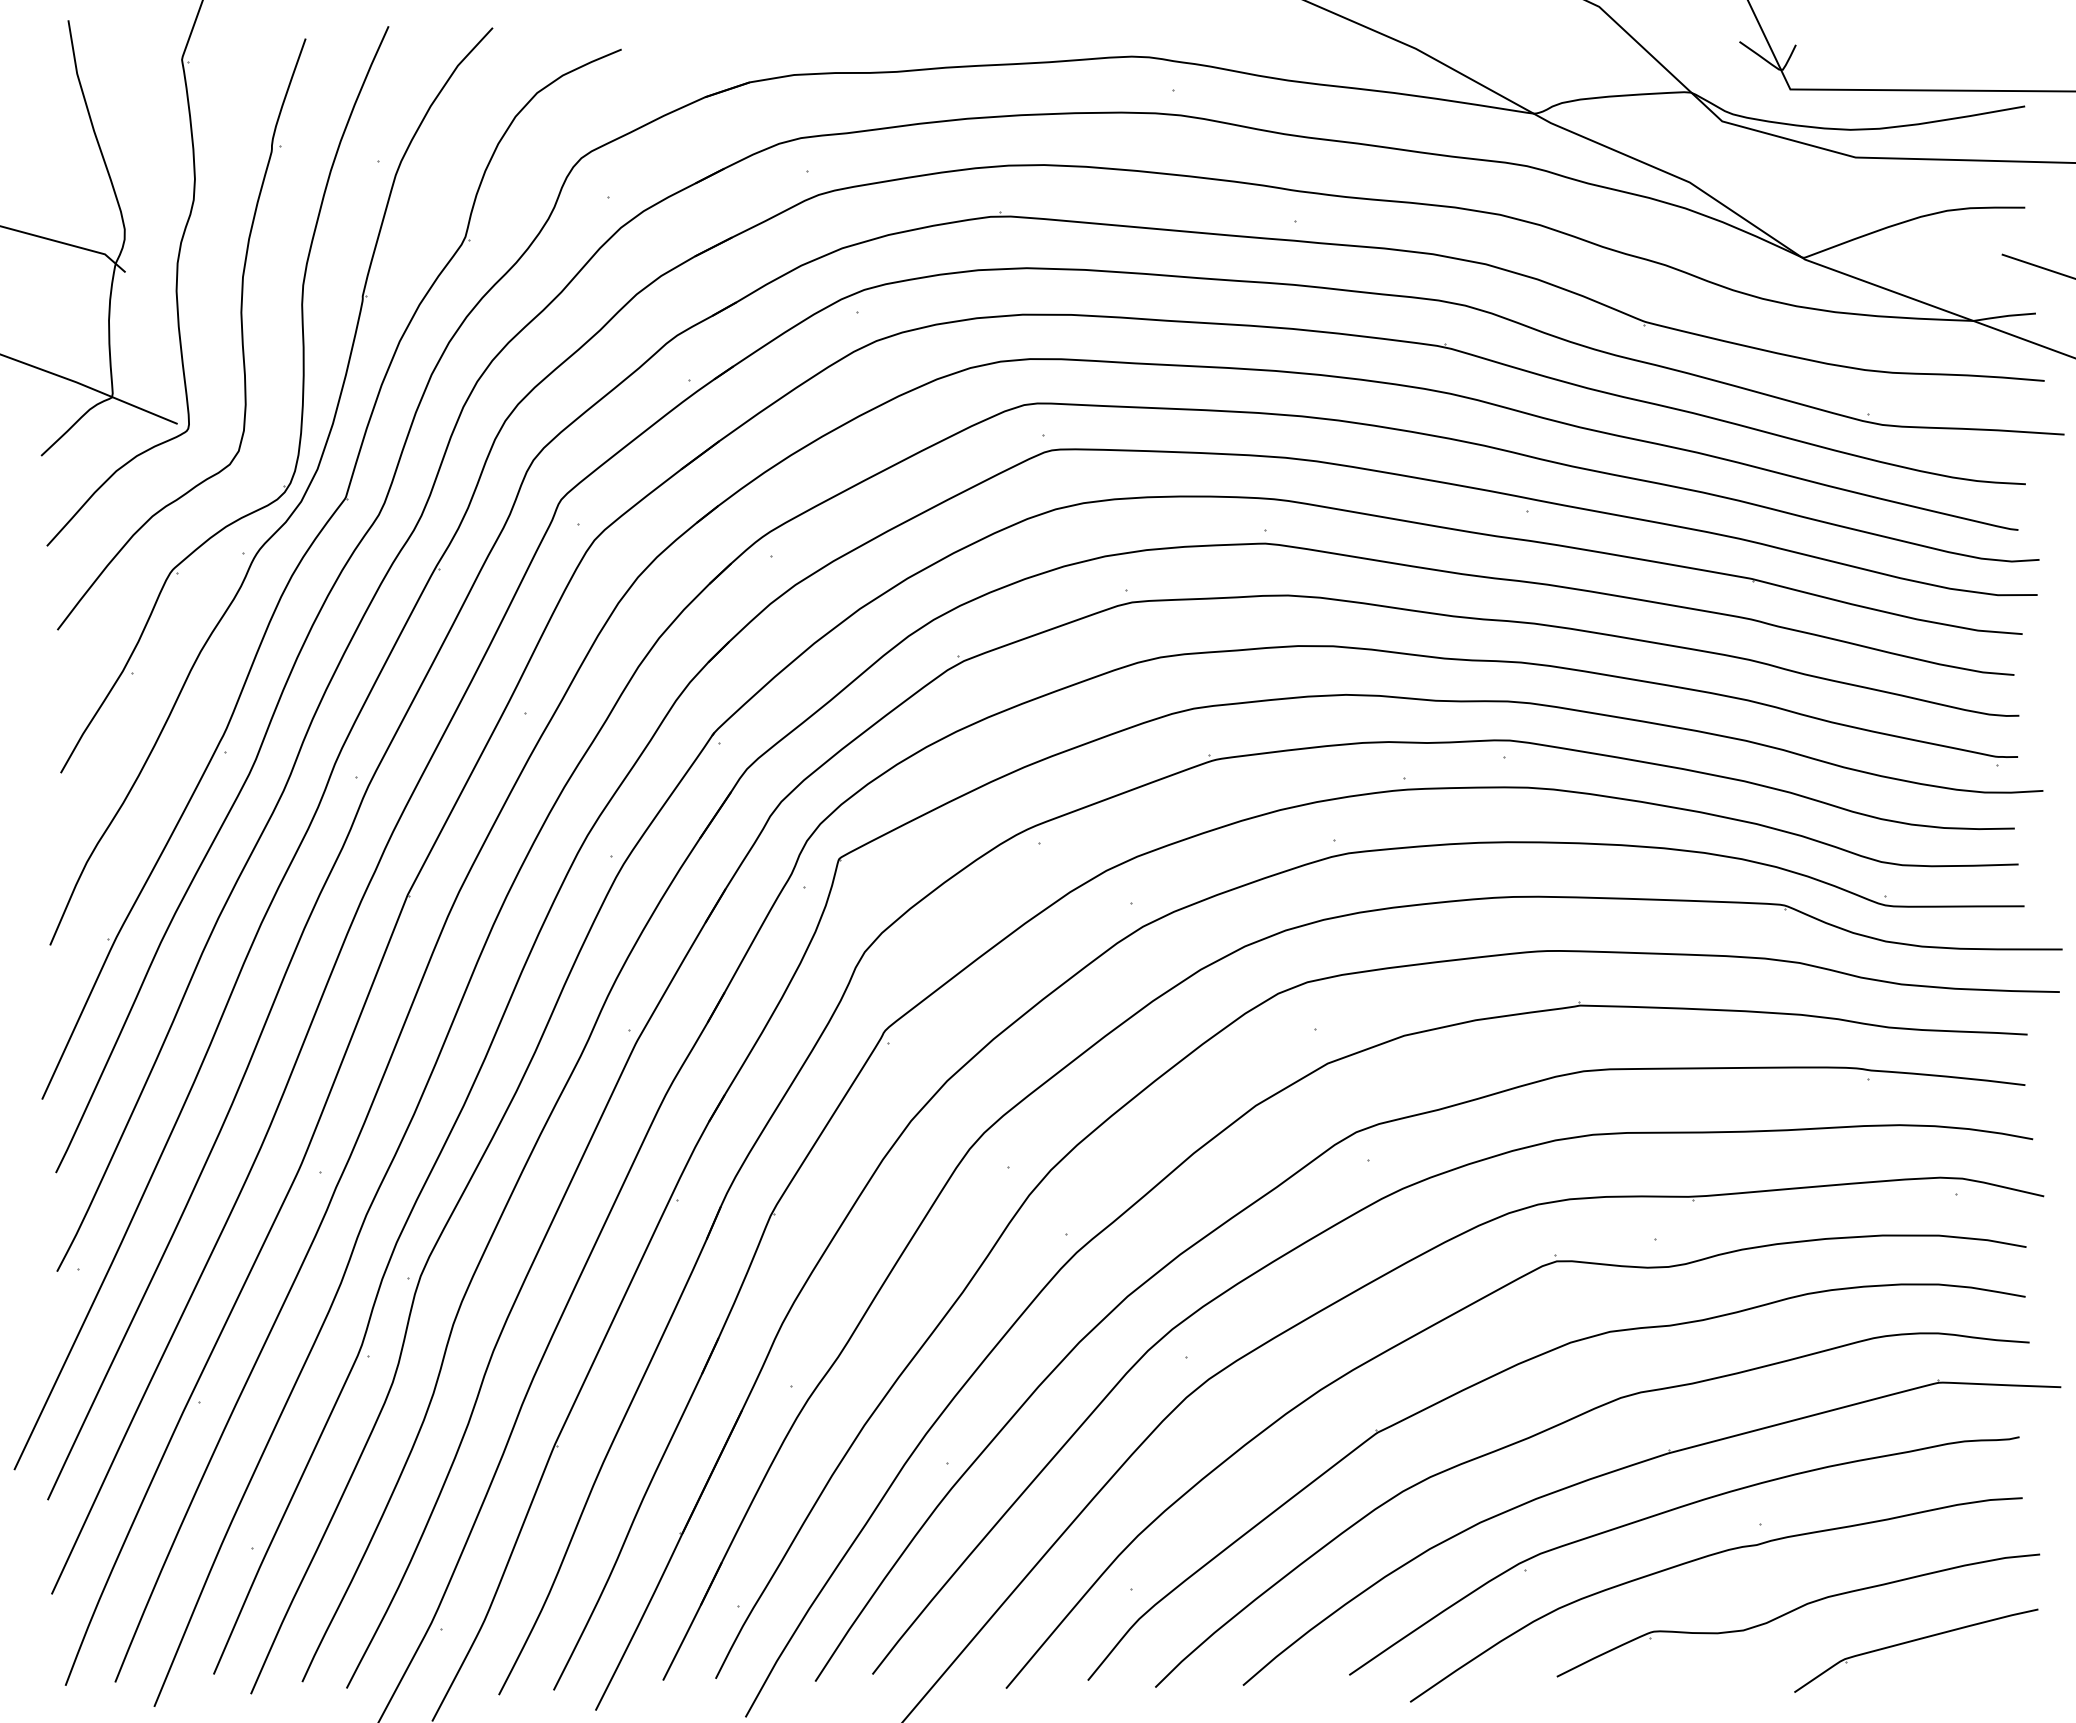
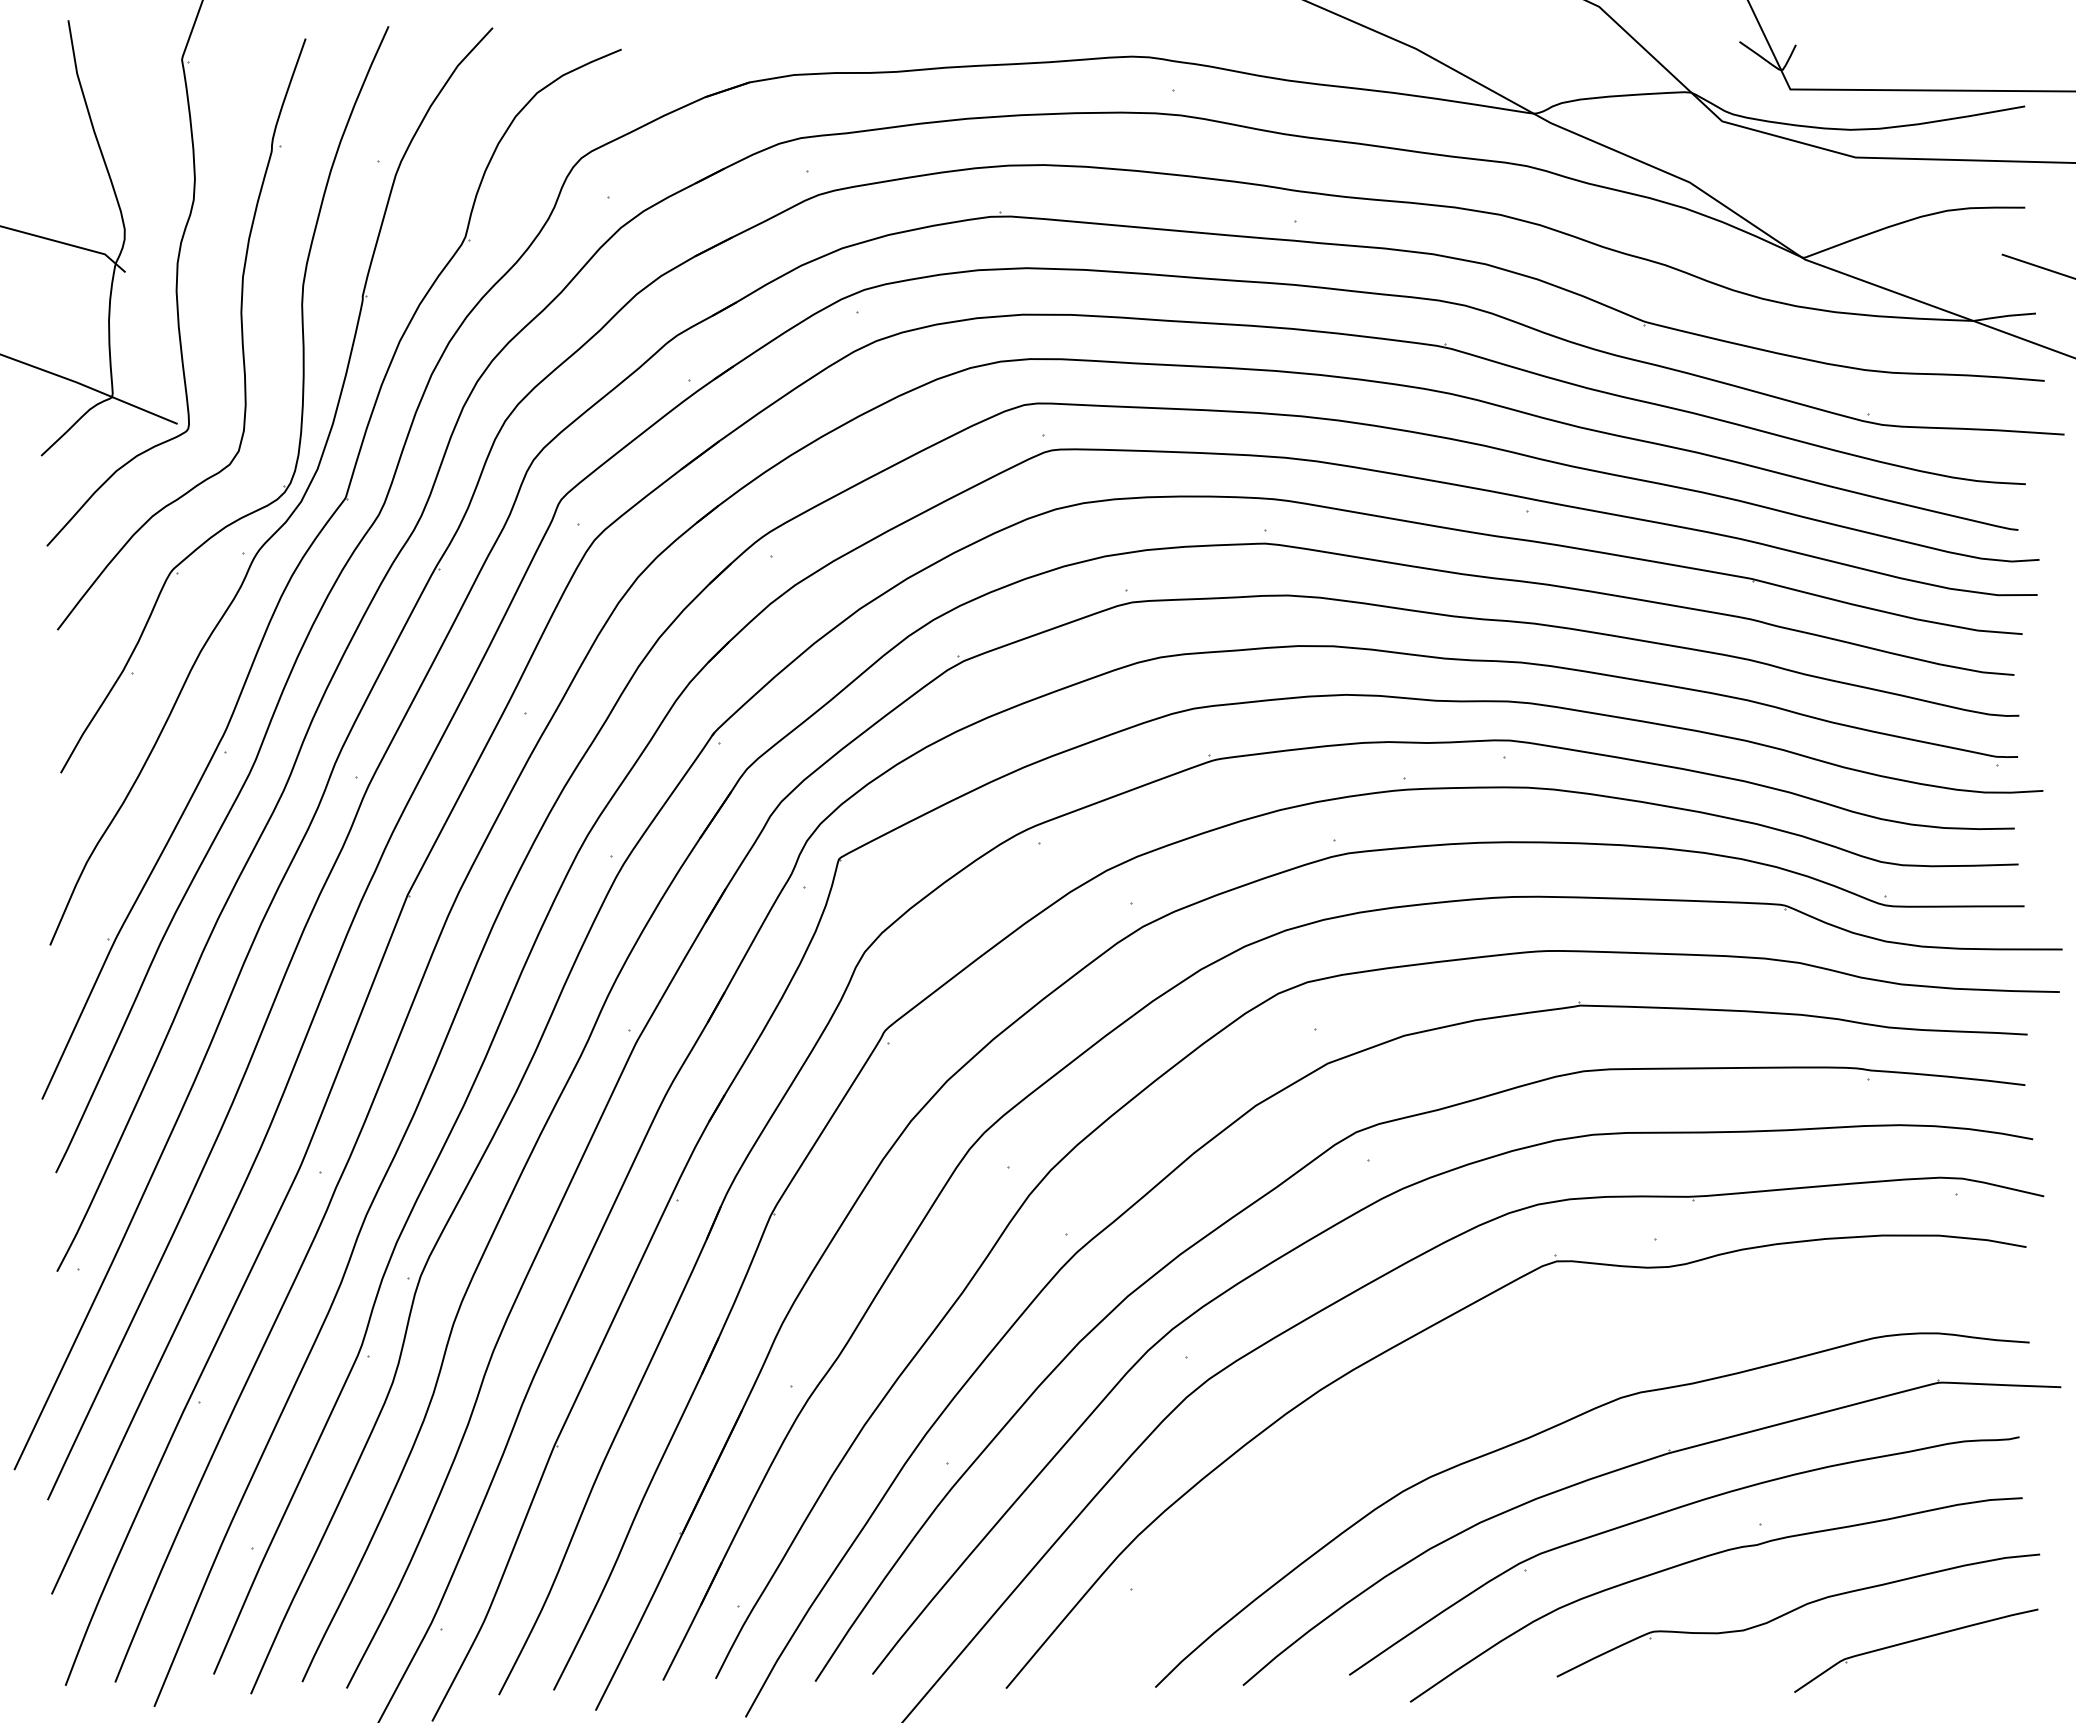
part at (1501, 1373): present -> none
